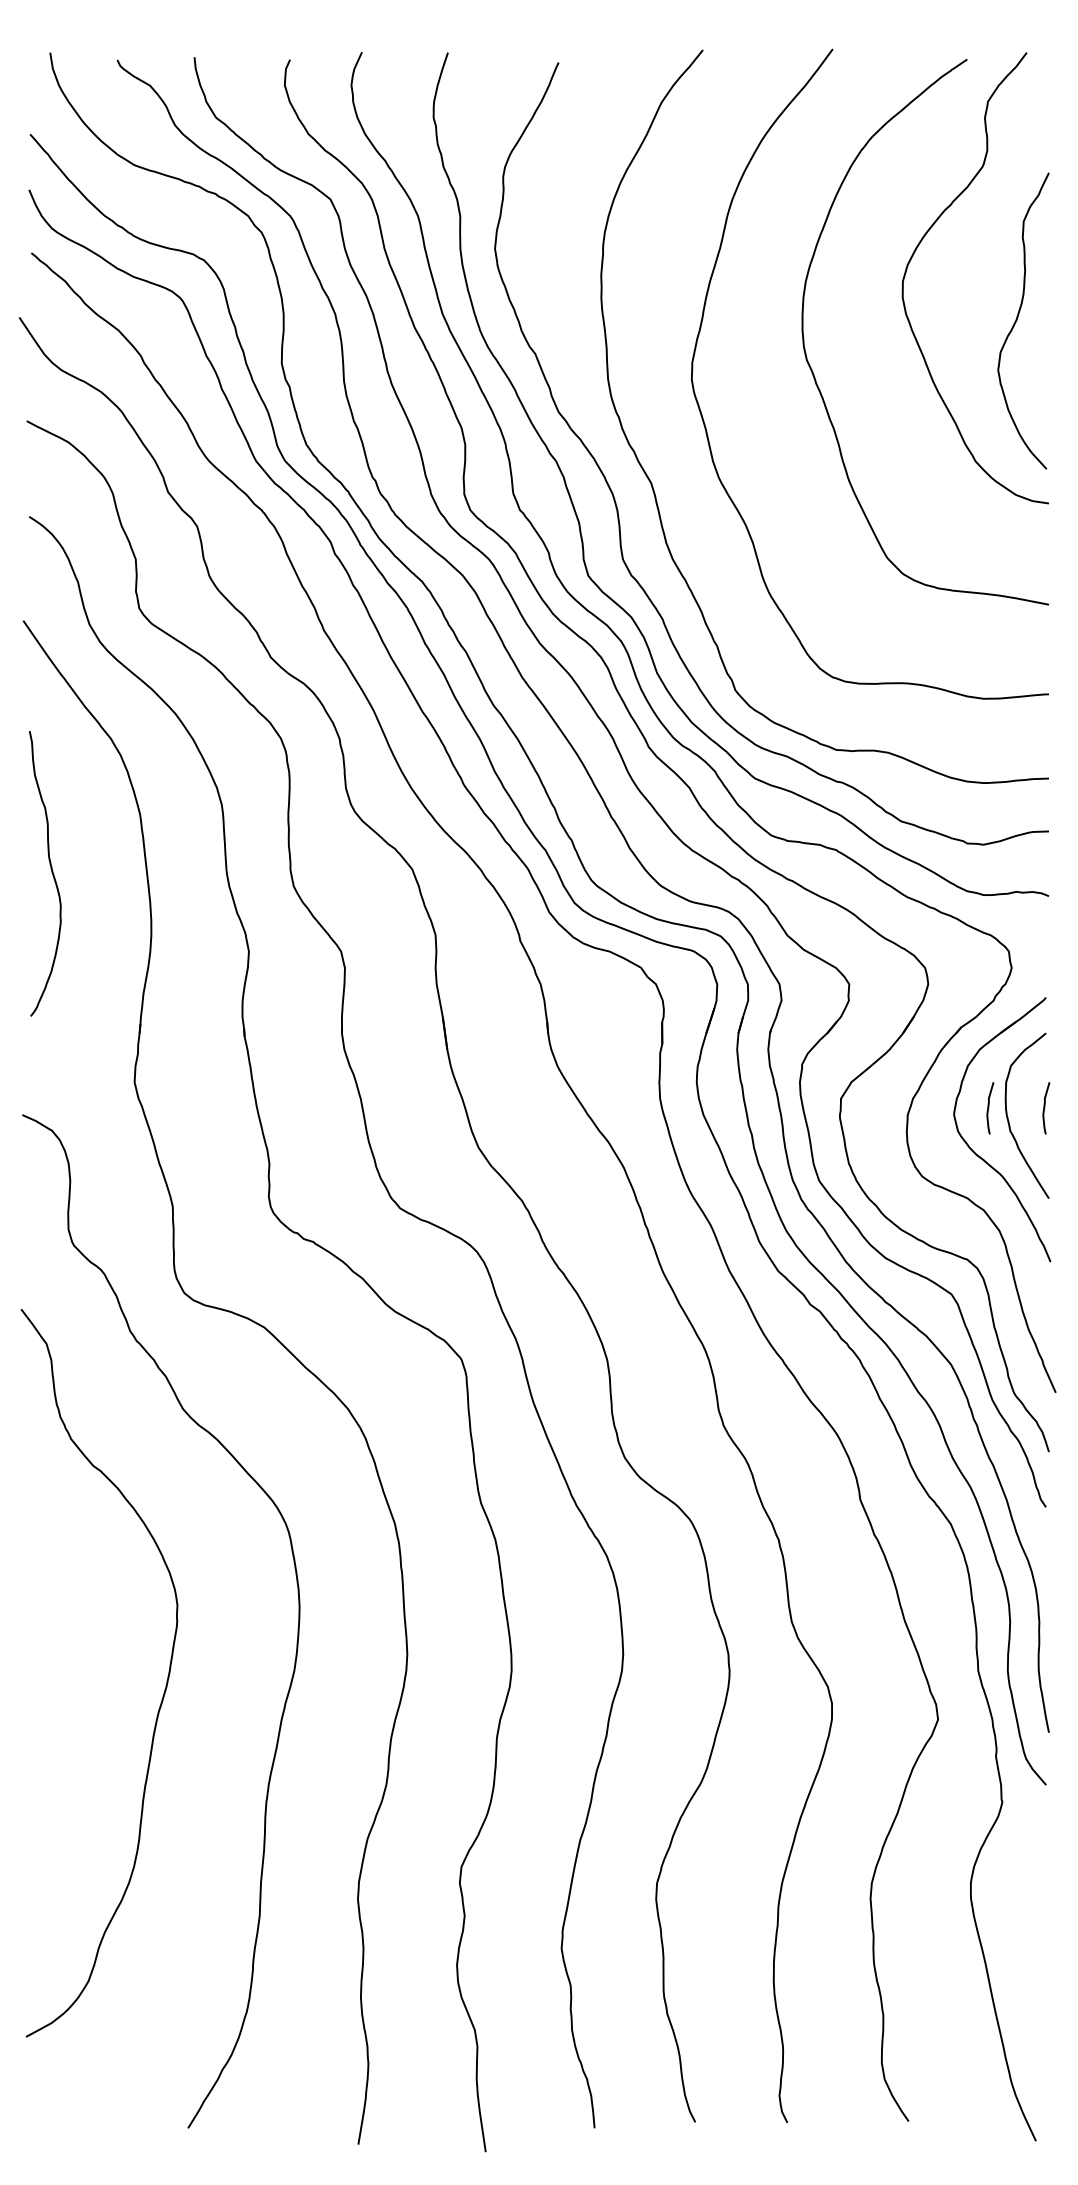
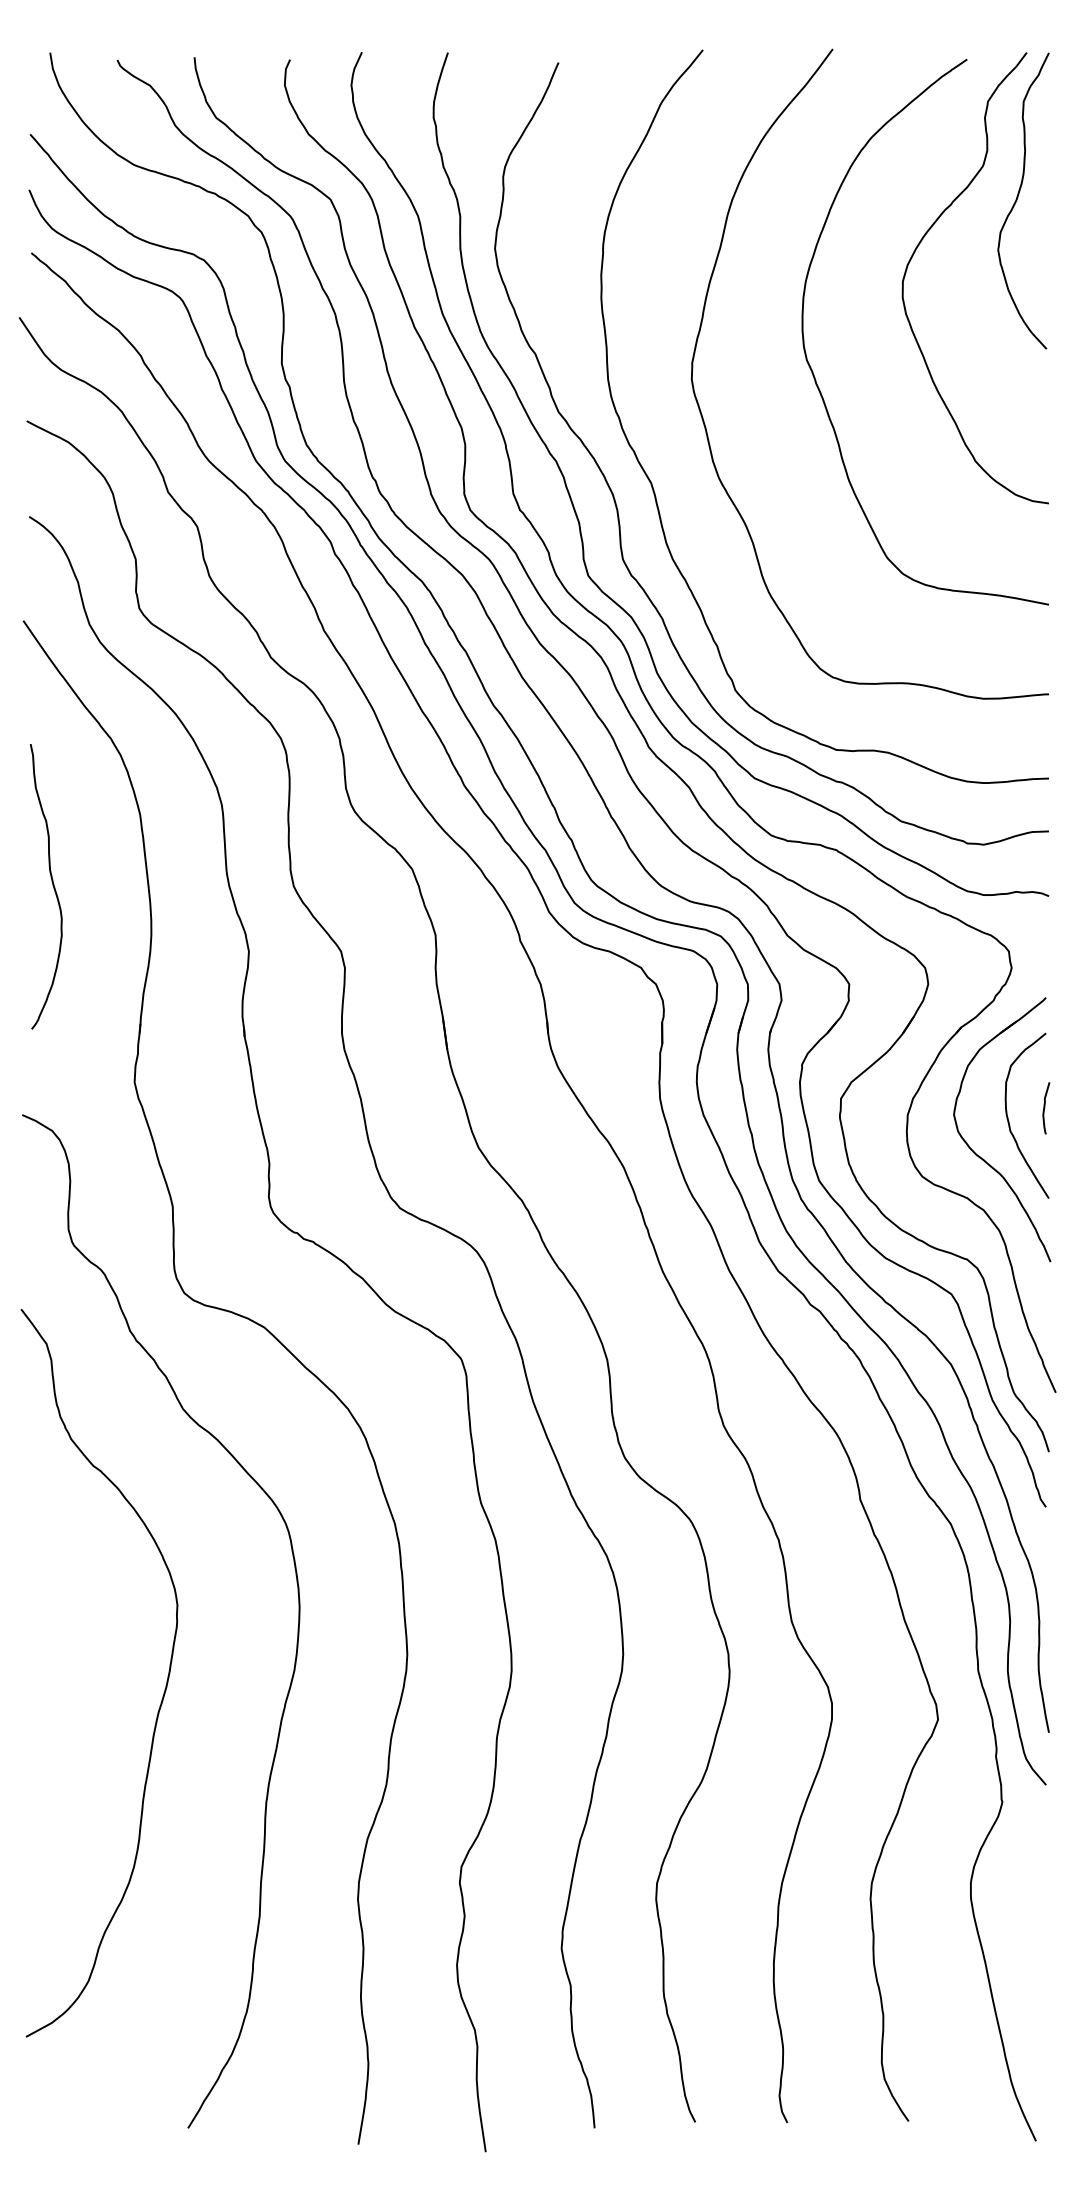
curve at (1018, 317) position: (1018, 317) -> (1018, 197)
curve at (51, 872) position: (51, 872) -> (52, 885)
curve at (989, 1108): present -> none
